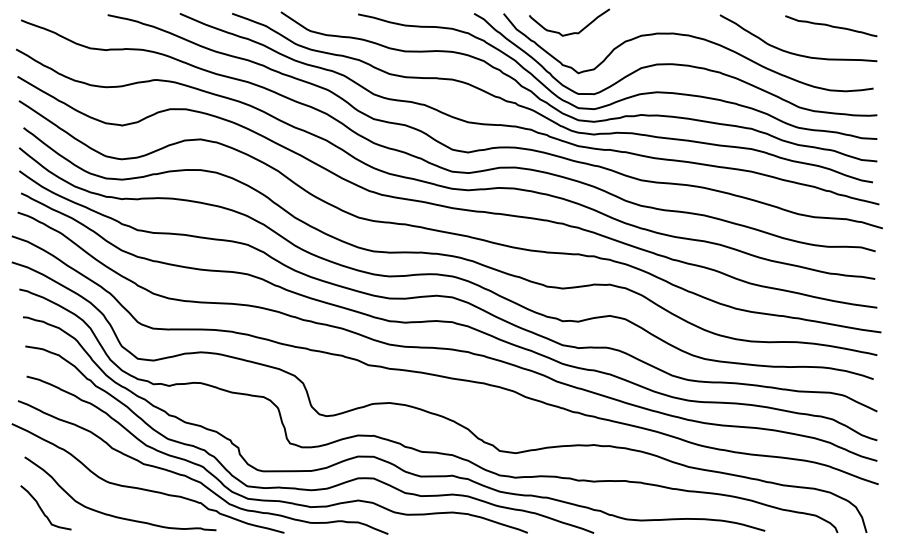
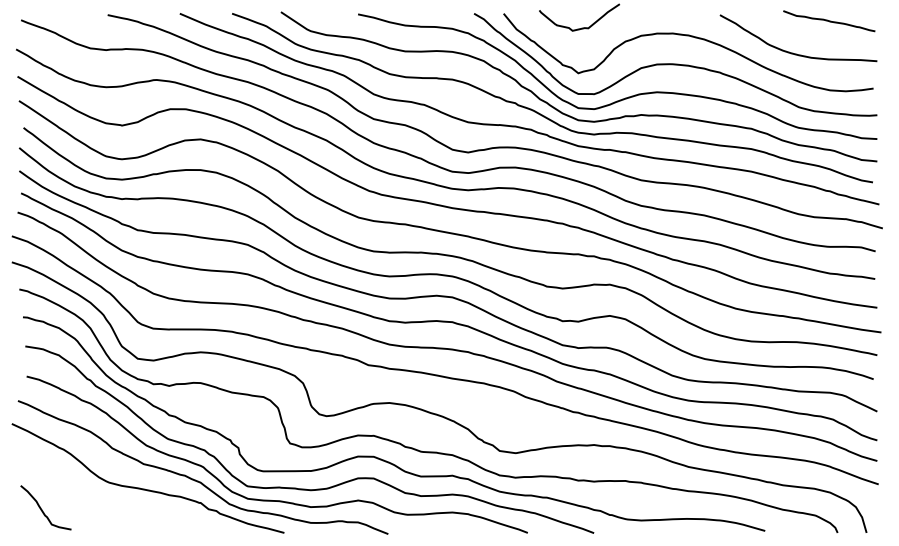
curve at (831, 26) position: (831, 26) -> (829, 21)
curve at (571, 32) position: (571, 32) -> (581, 27)
curve at (114, 515): present -> none
